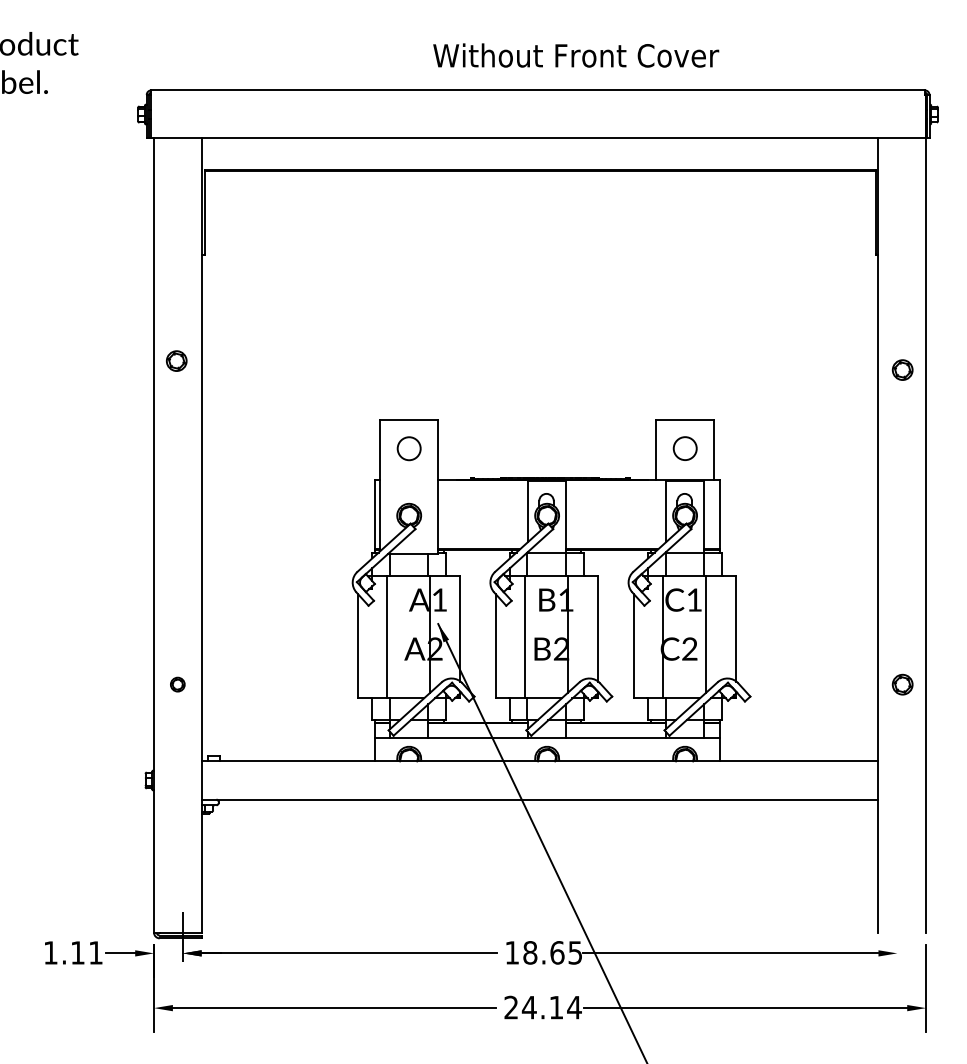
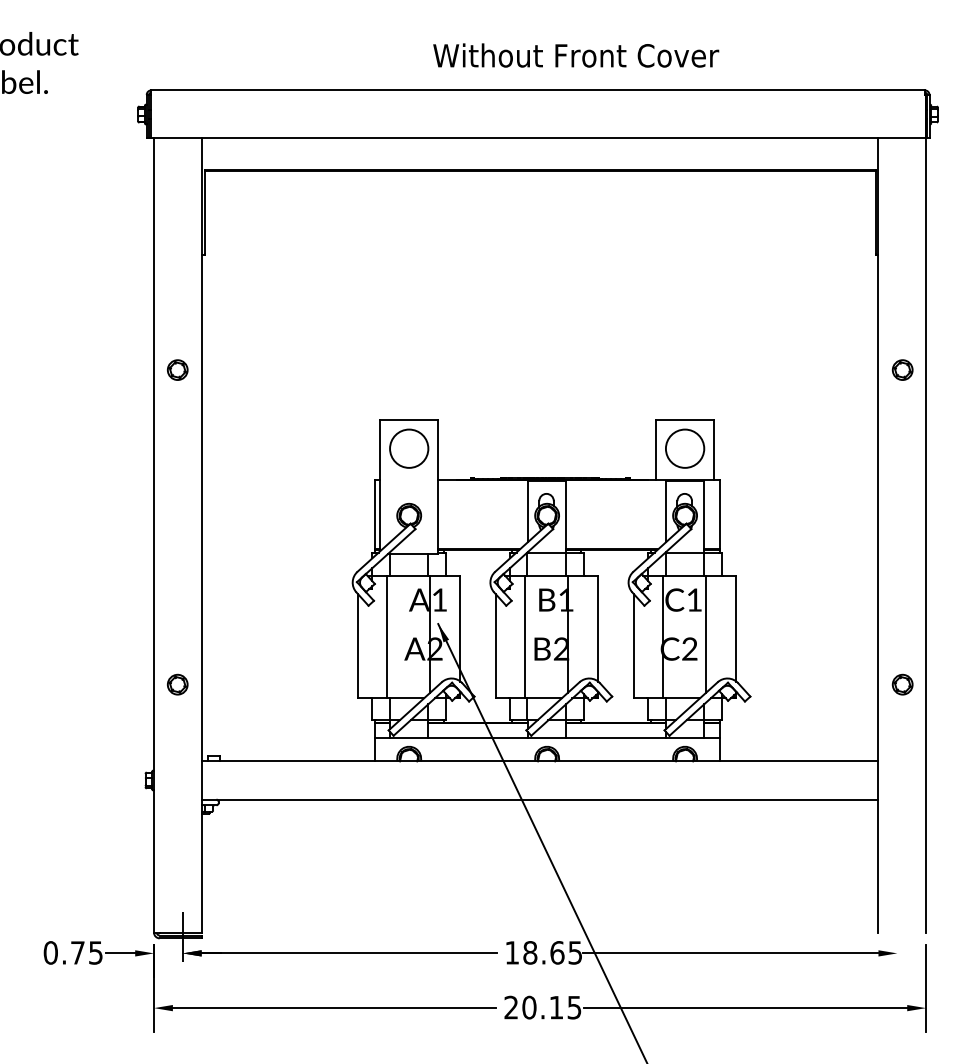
part at (176, 360) position: (176, 360) -> (177, 369)
circle at (408, 448) diameter: 23 px -> 38 px
circle at (684, 448) size: 26x25 px -> 41x41 px
part at (177, 684) size: 16x17 px -> 22x23 px
text at (72, 952): 1.11 -> 0.75
text at (551, 1007): 24.14 -> 20.15
